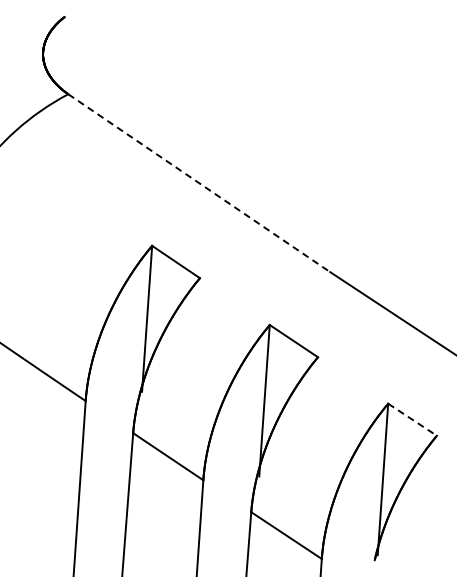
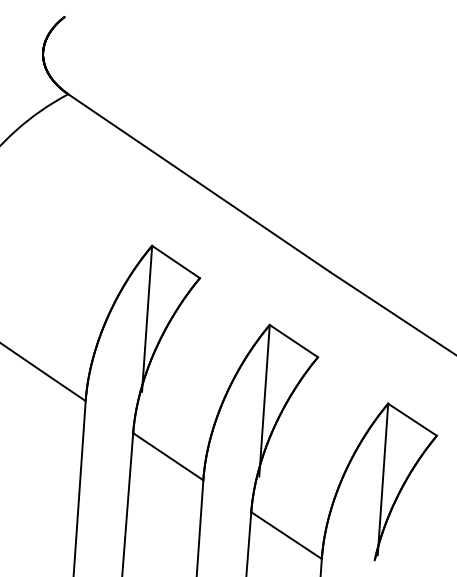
line at (199, 183): dashed -> solid
line at (412, 420): dashed -> solid
